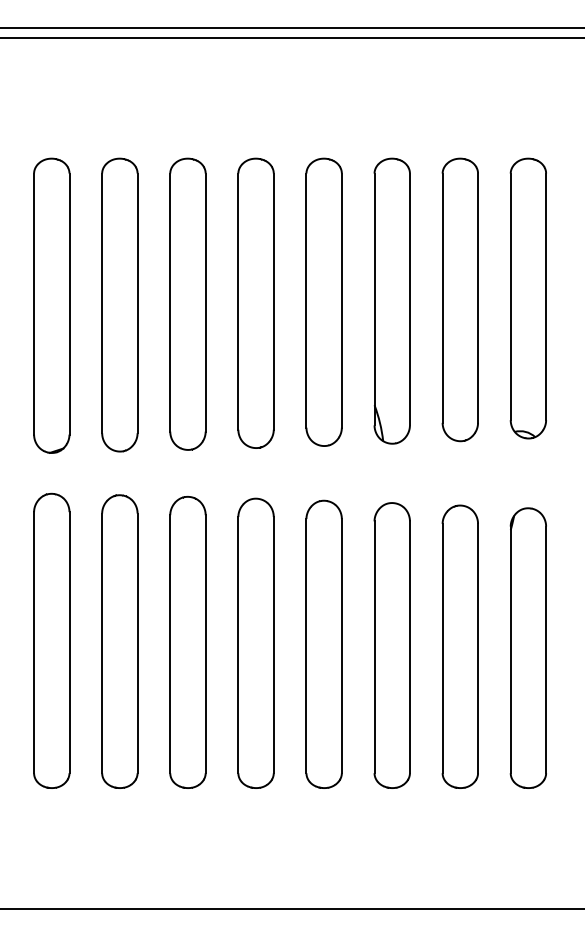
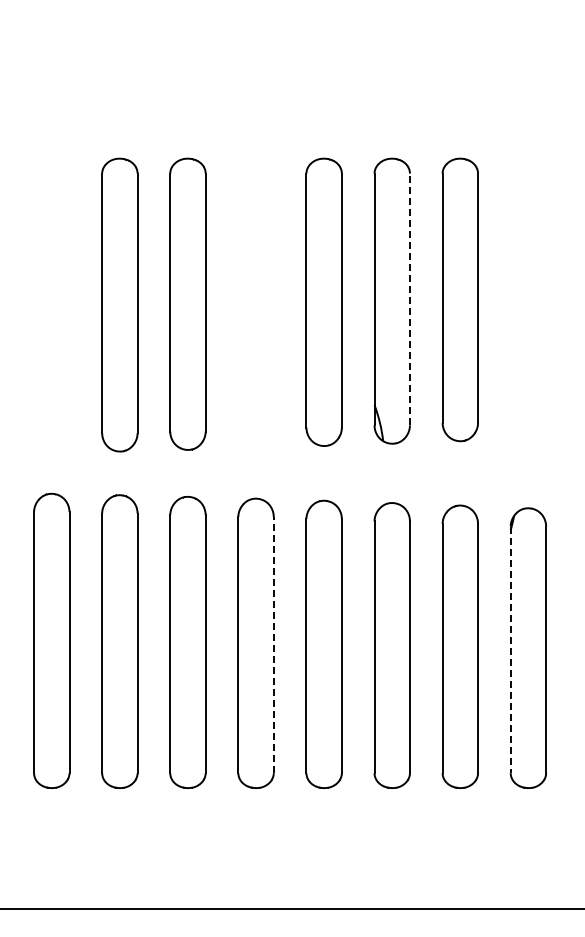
line at (291, 28): present -> none
line at (291, 37): present -> none
part at (527, 298): present -> none
line at (409, 299): solid -> dashed
part at (255, 302): present -> none
part at (51, 305): present -> none
line at (273, 644): solid -> dashed
line at (510, 650): solid -> dashed
